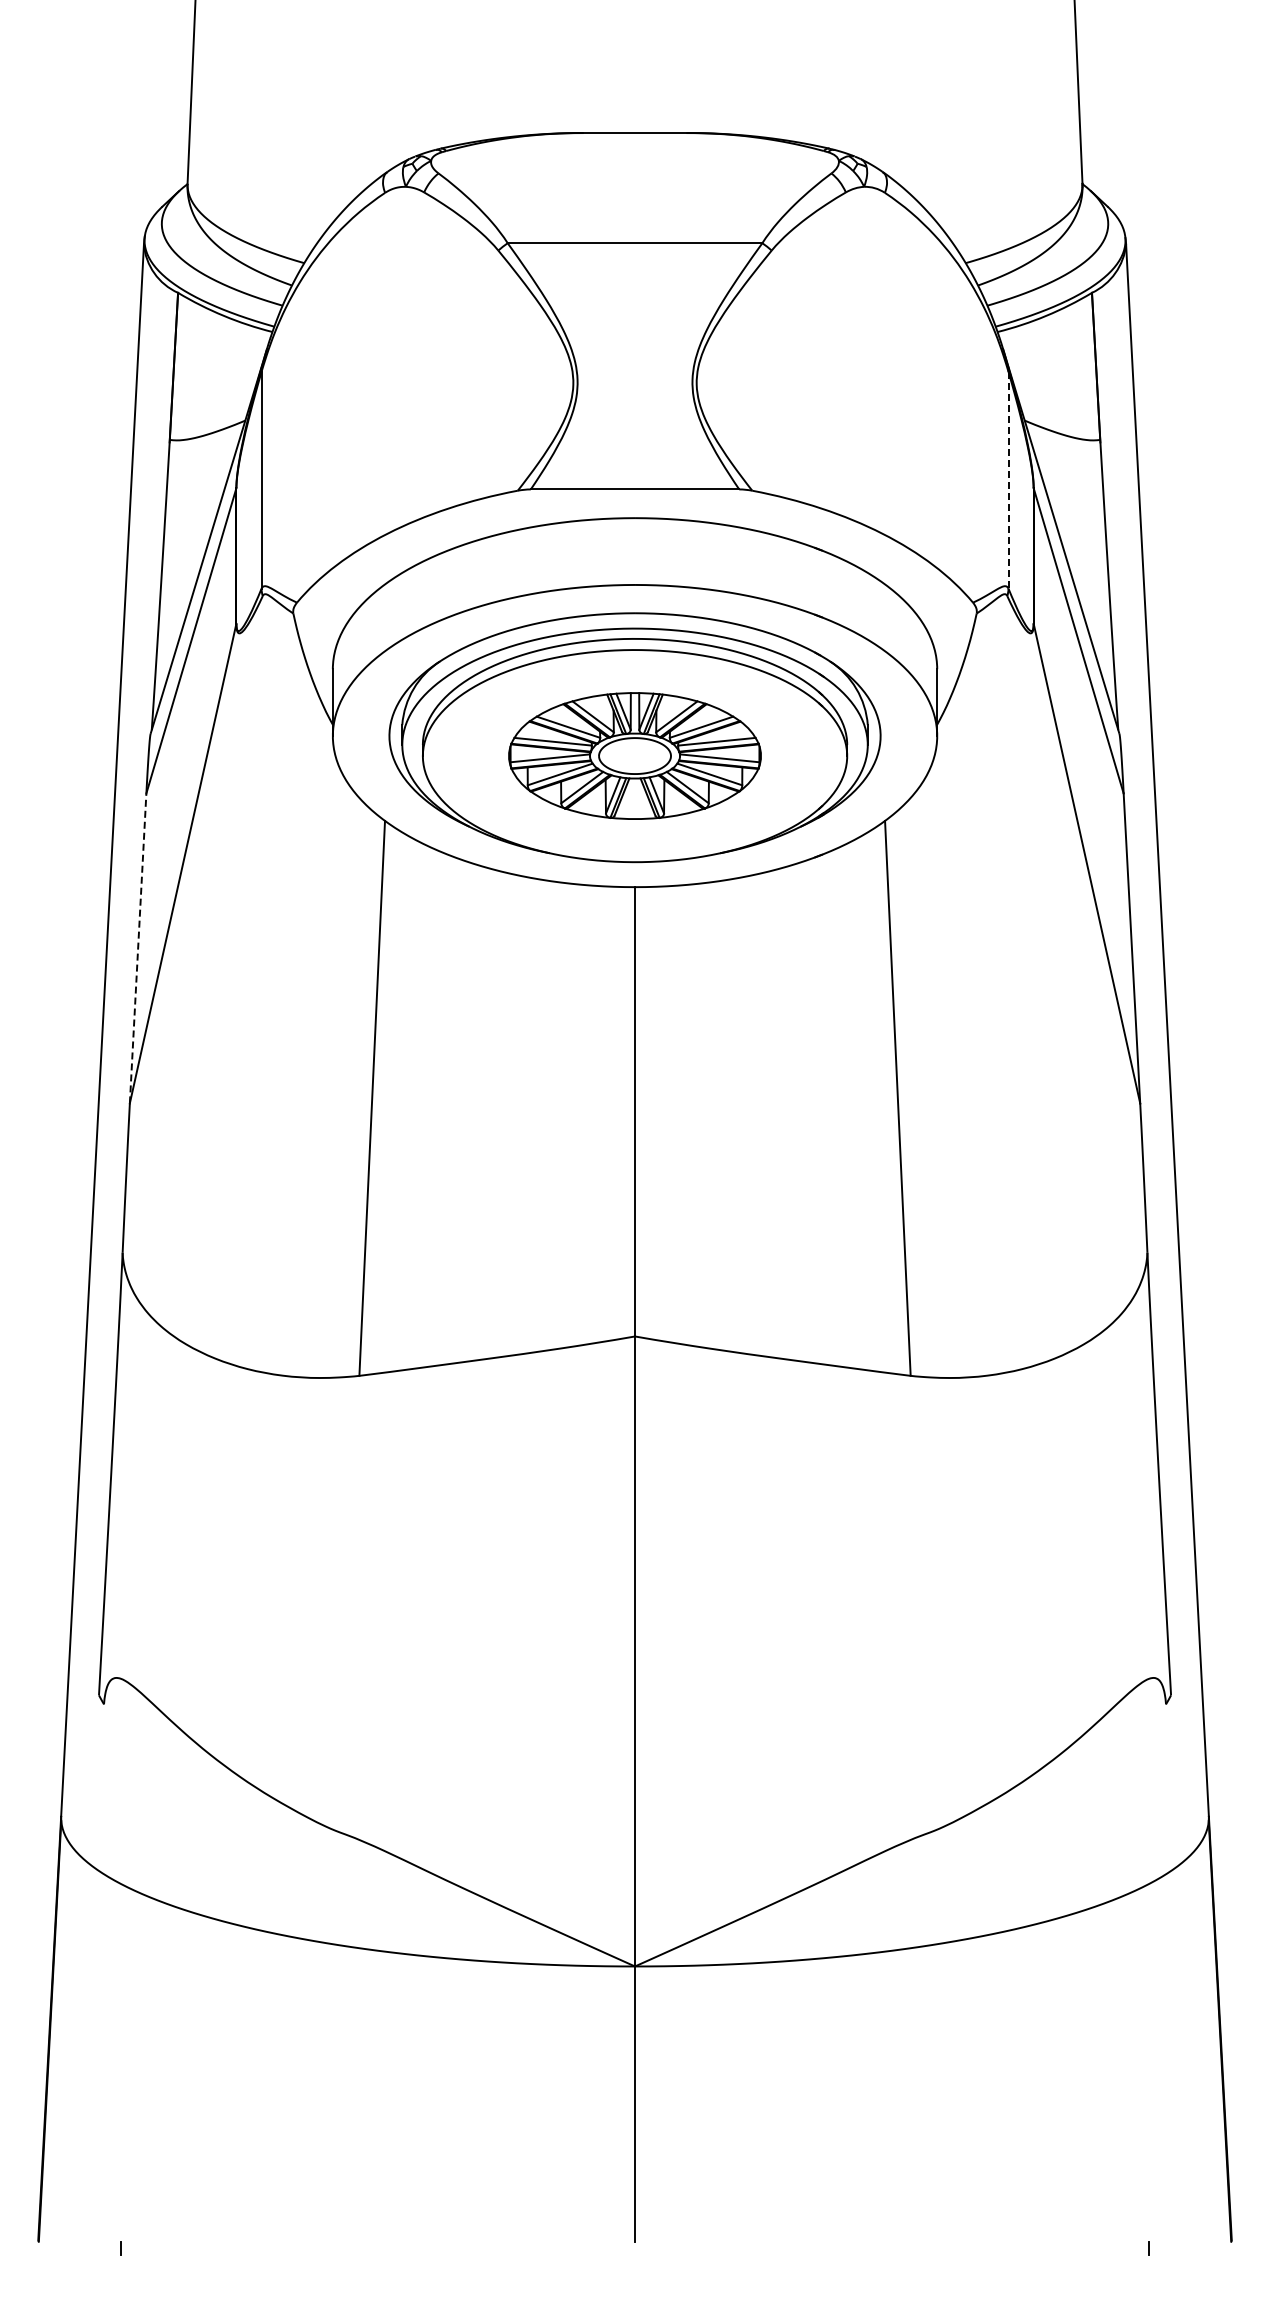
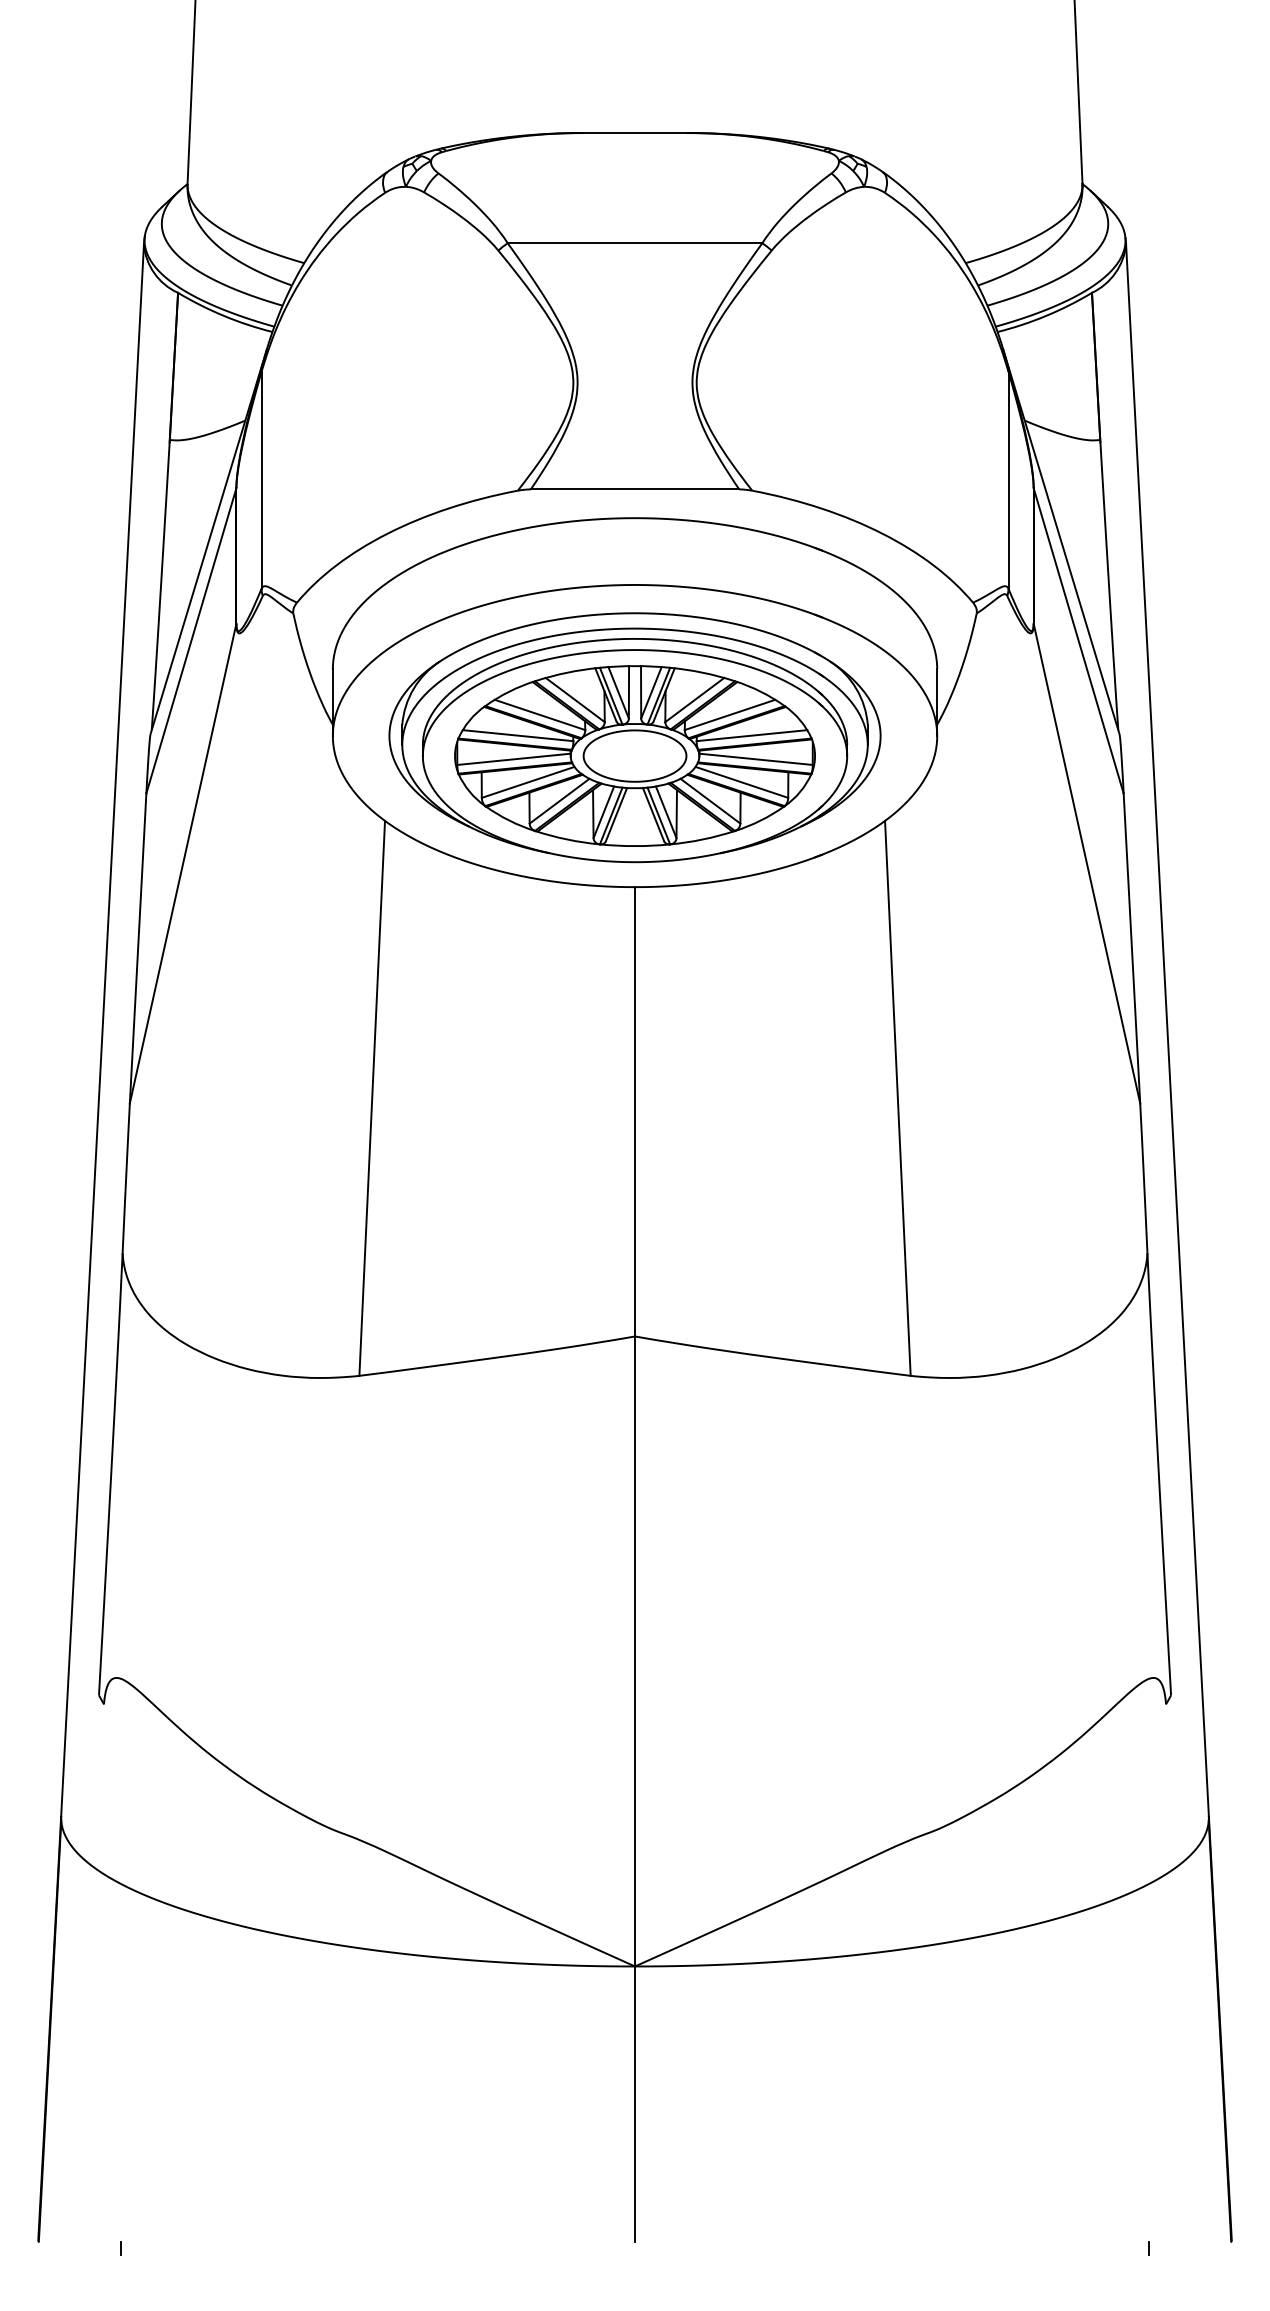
line at (1008, 480): dashed -> solid
part at (634, 755) size: 254x128 px -> 362x182 px
line at (138, 947): dashed -> solid
